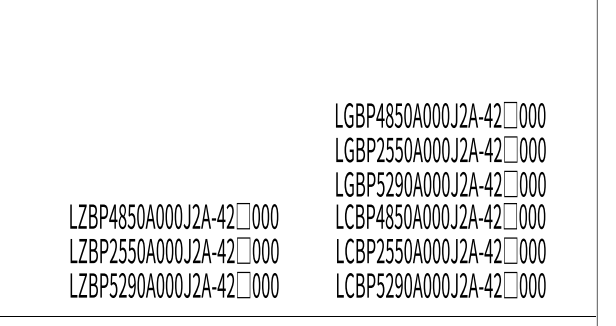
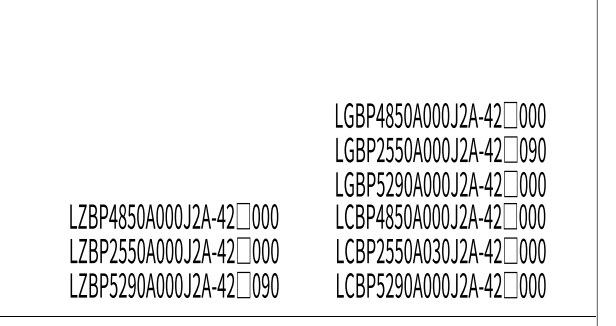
text at (532, 149): 000 -> 090
text at (436, 250): LCBP2550A000J2A-42 -> LCBP2550A030J2A-42
text at (265, 285): 000 -> 090
